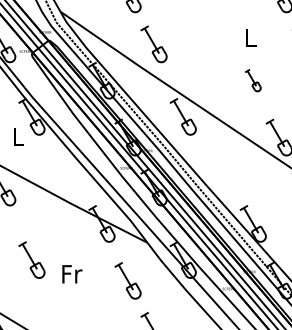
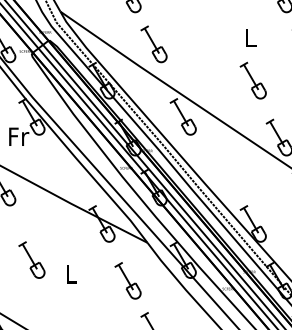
part at (253, 80) size: 17x24 px -> 28x39 px
text at (19, 136): L -> Fr
text at (72, 274): Fr -> L
